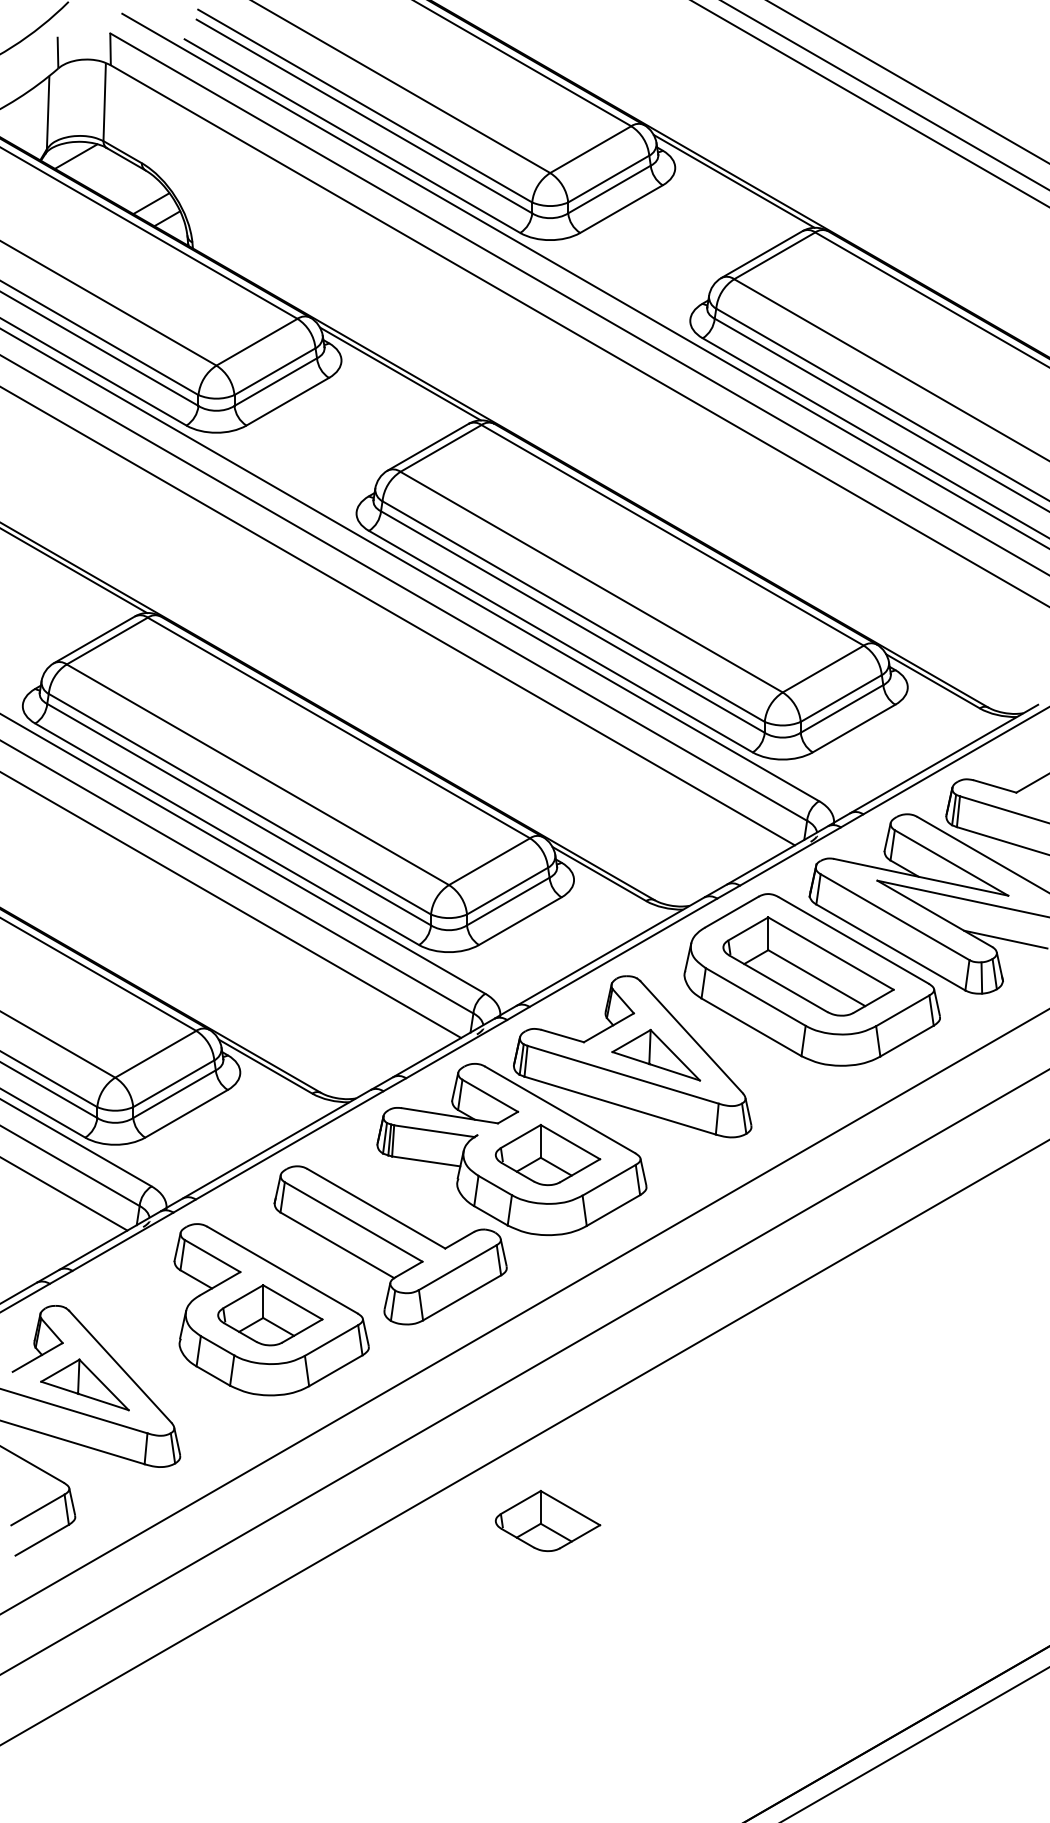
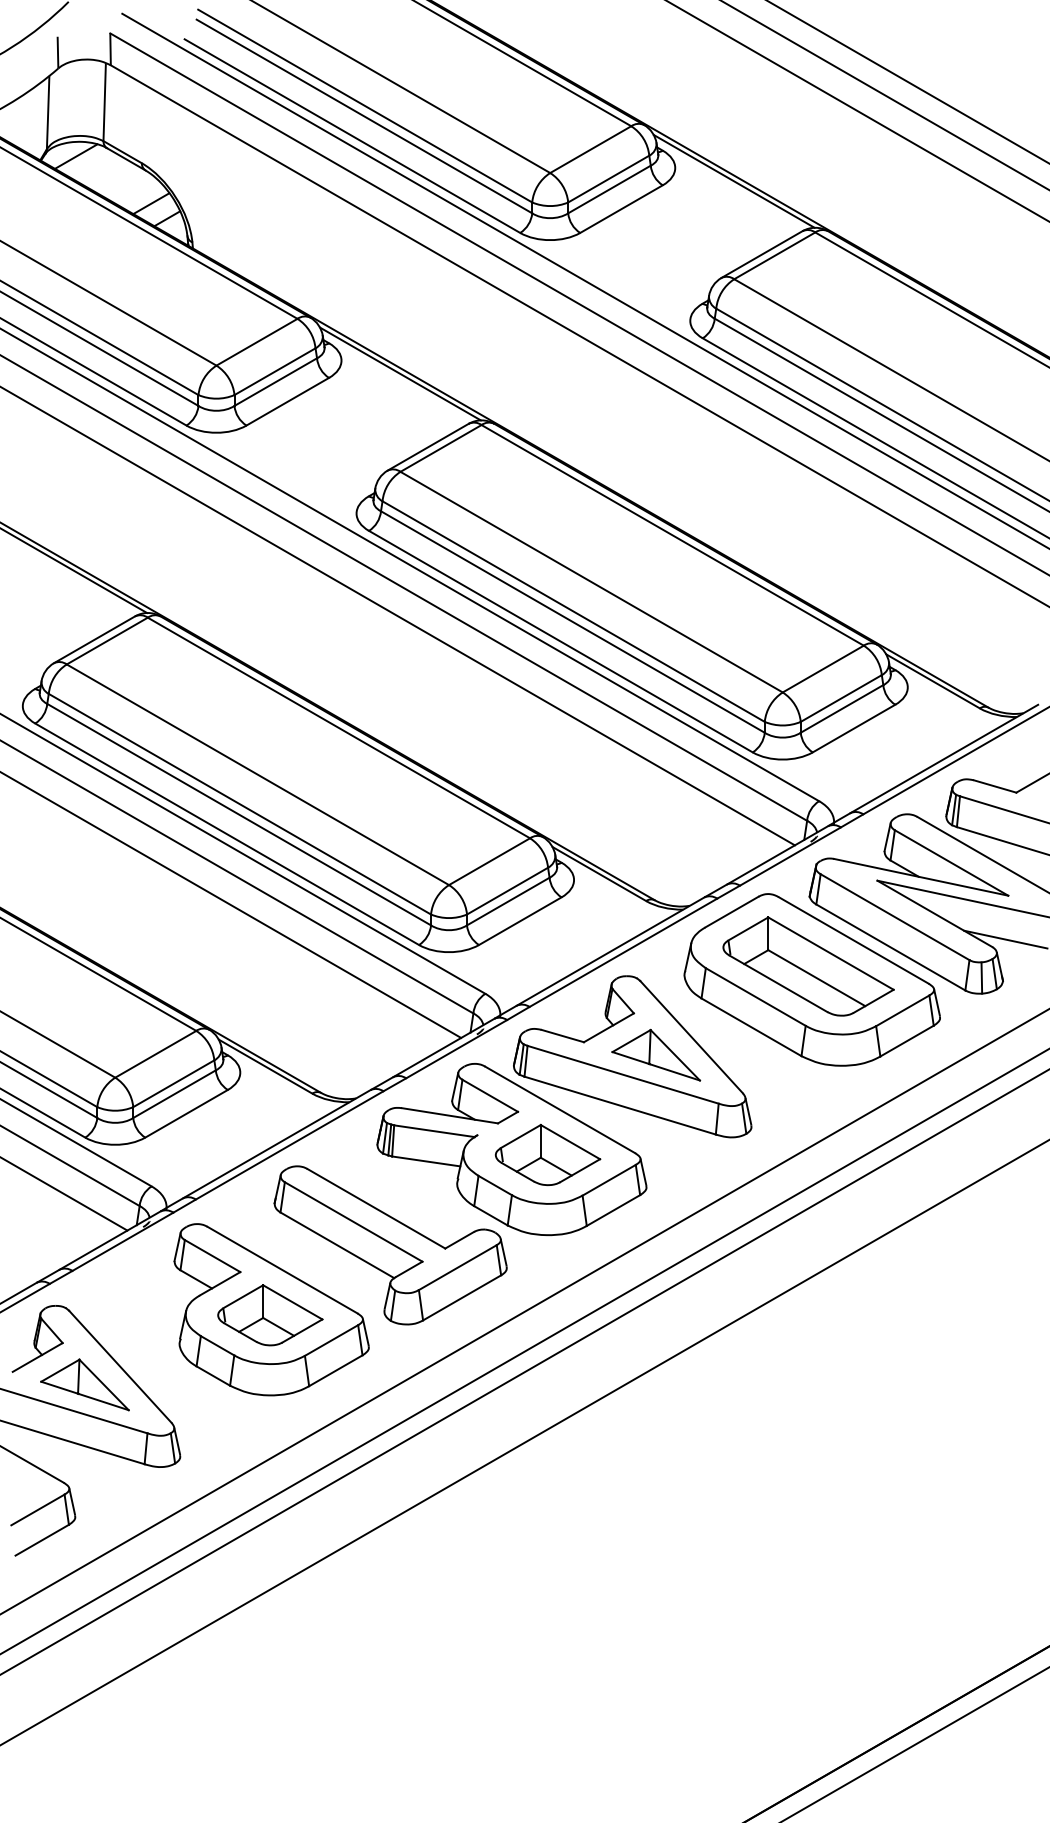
line at (870, 103) position: (870, 103) -> (857, 111)
line at (524, 1351): none -> present
part at (548, 1520): present -> none
